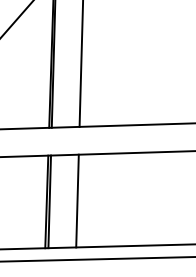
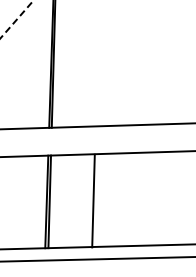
line at (17, 19): solid -> dashed
line at (81, 64): present -> none
line at (77, 200) position: (77, 200) -> (93, 200)
